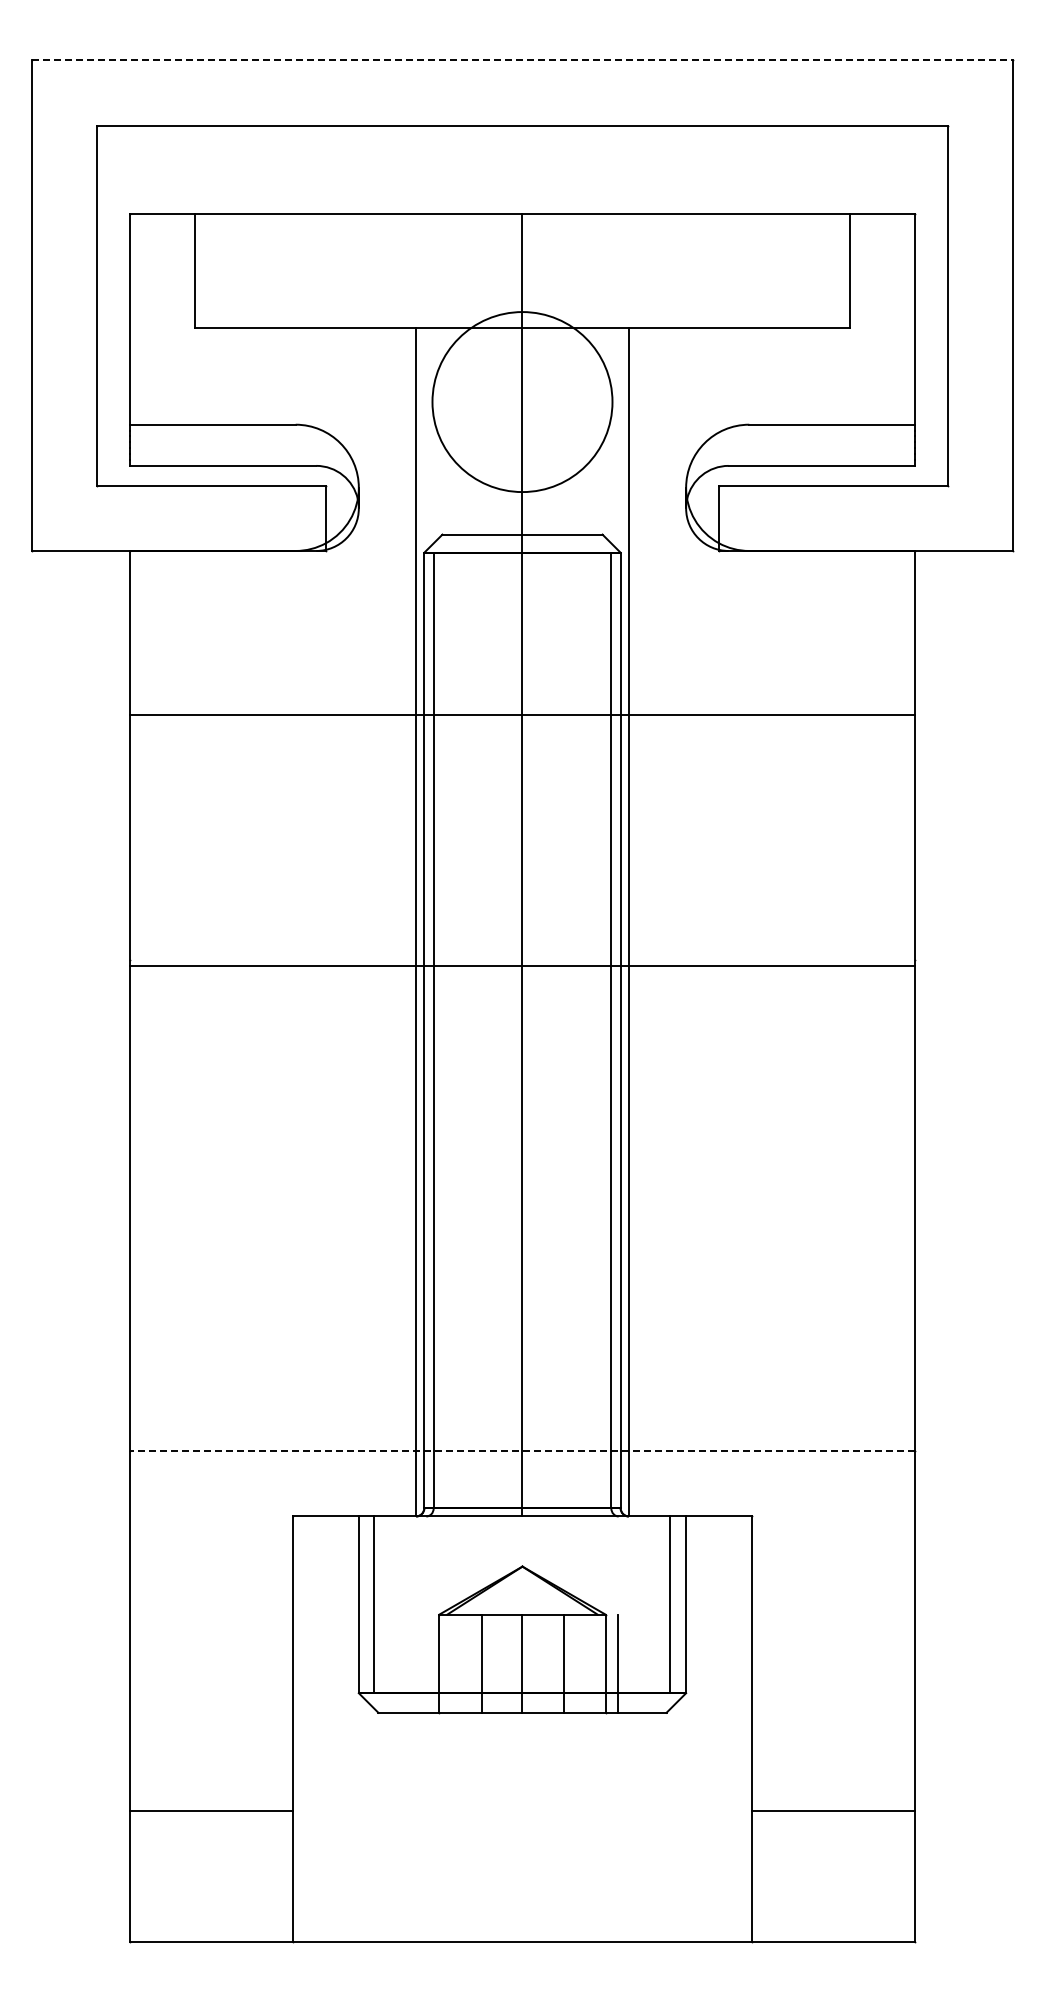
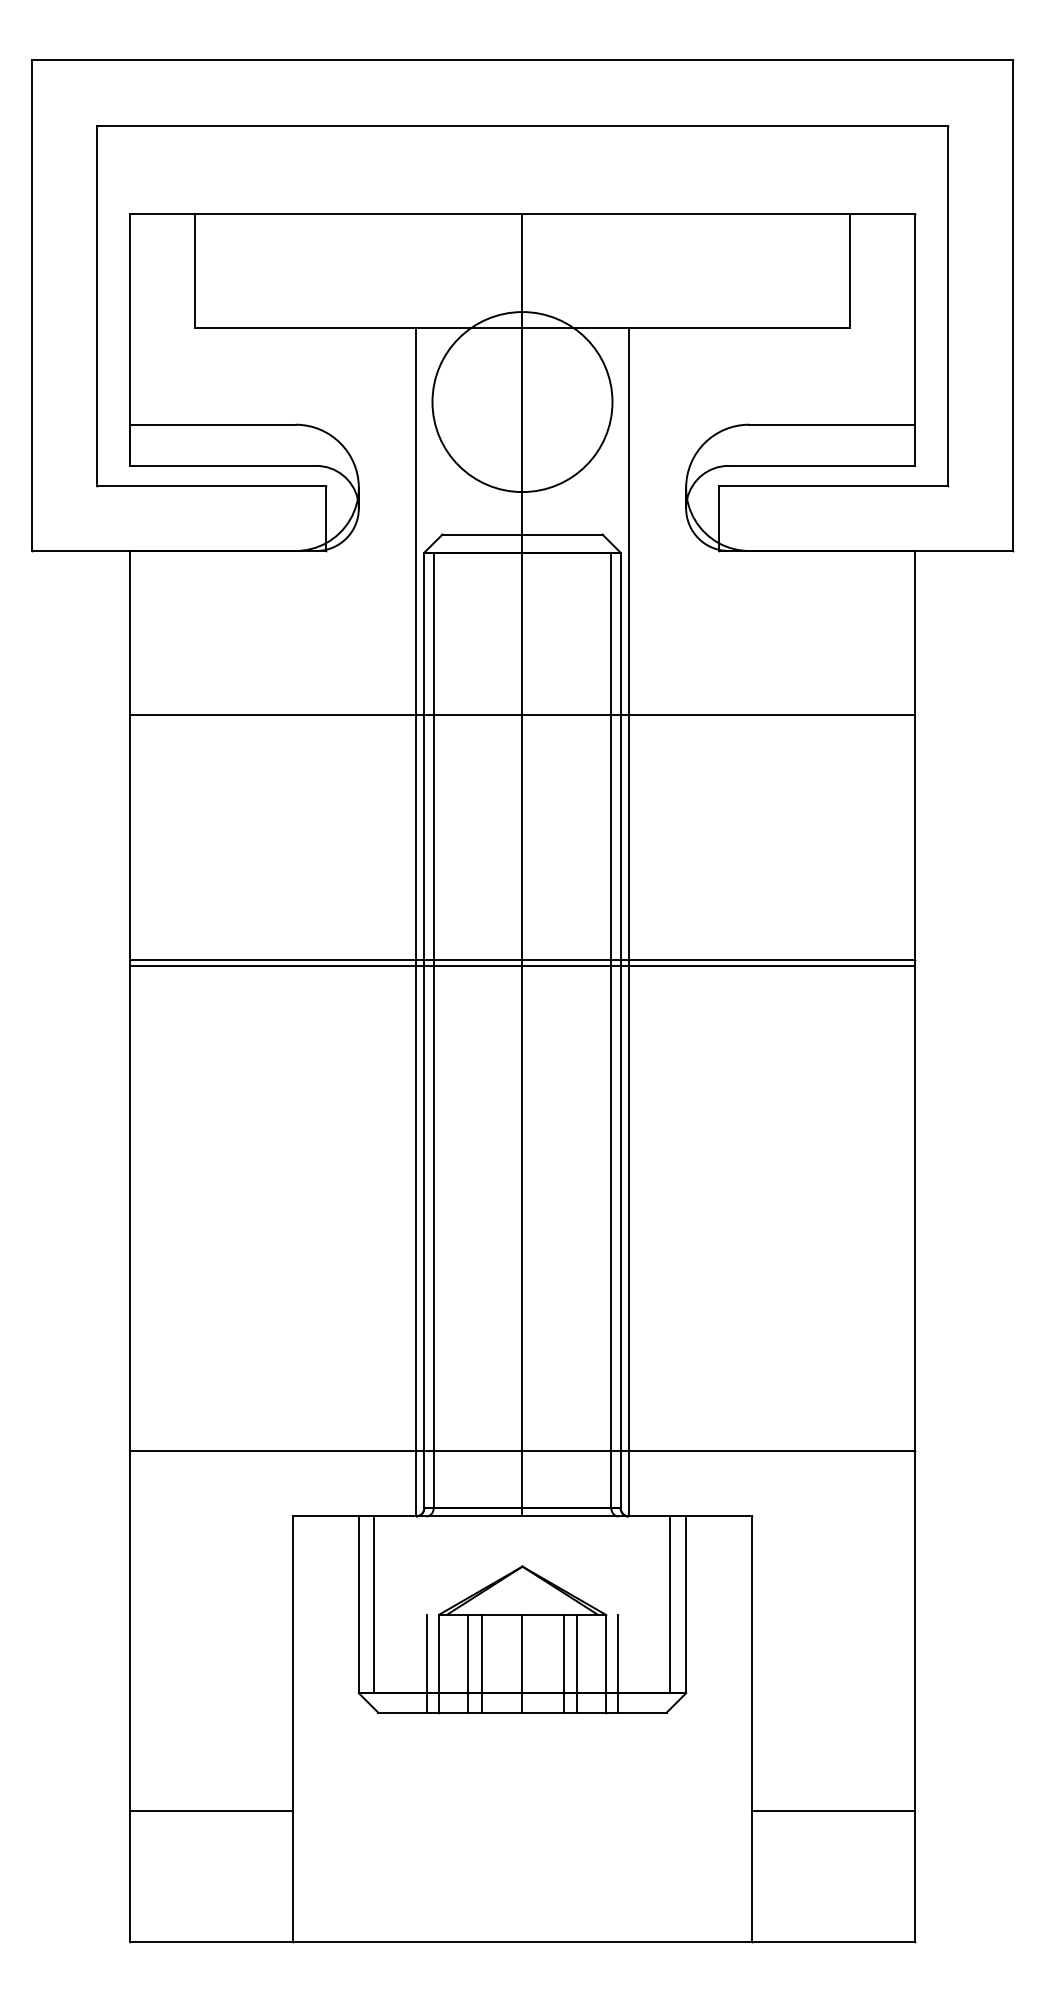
line at (522, 60): dashed -> solid
line at (522, 960): none -> present
line at (522, 1451): dashed -> solid
line at (426, 1663): none -> present
line at (467, 1663): none -> present
line at (577, 1663): none -> present
